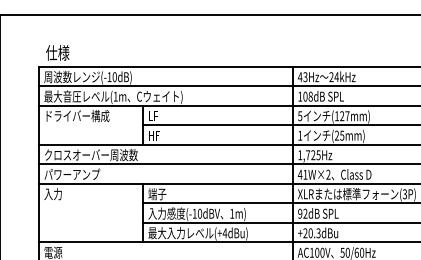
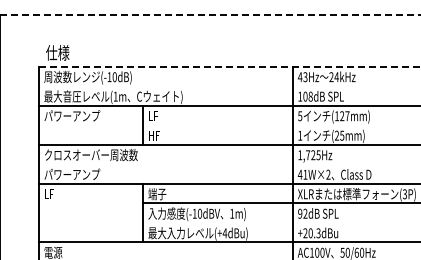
line at (210, 14): solid -> dashed
line at (230, 66): solid -> dashed
line at (228, 86): present -> none
text at (76, 115): ドライバー構成 -> パワーアンプ
line at (280, 125): present -> none
line at (228, 164): present -> none
text at (52, 194): 入力 -> LF
line at (280, 222): present -> none
